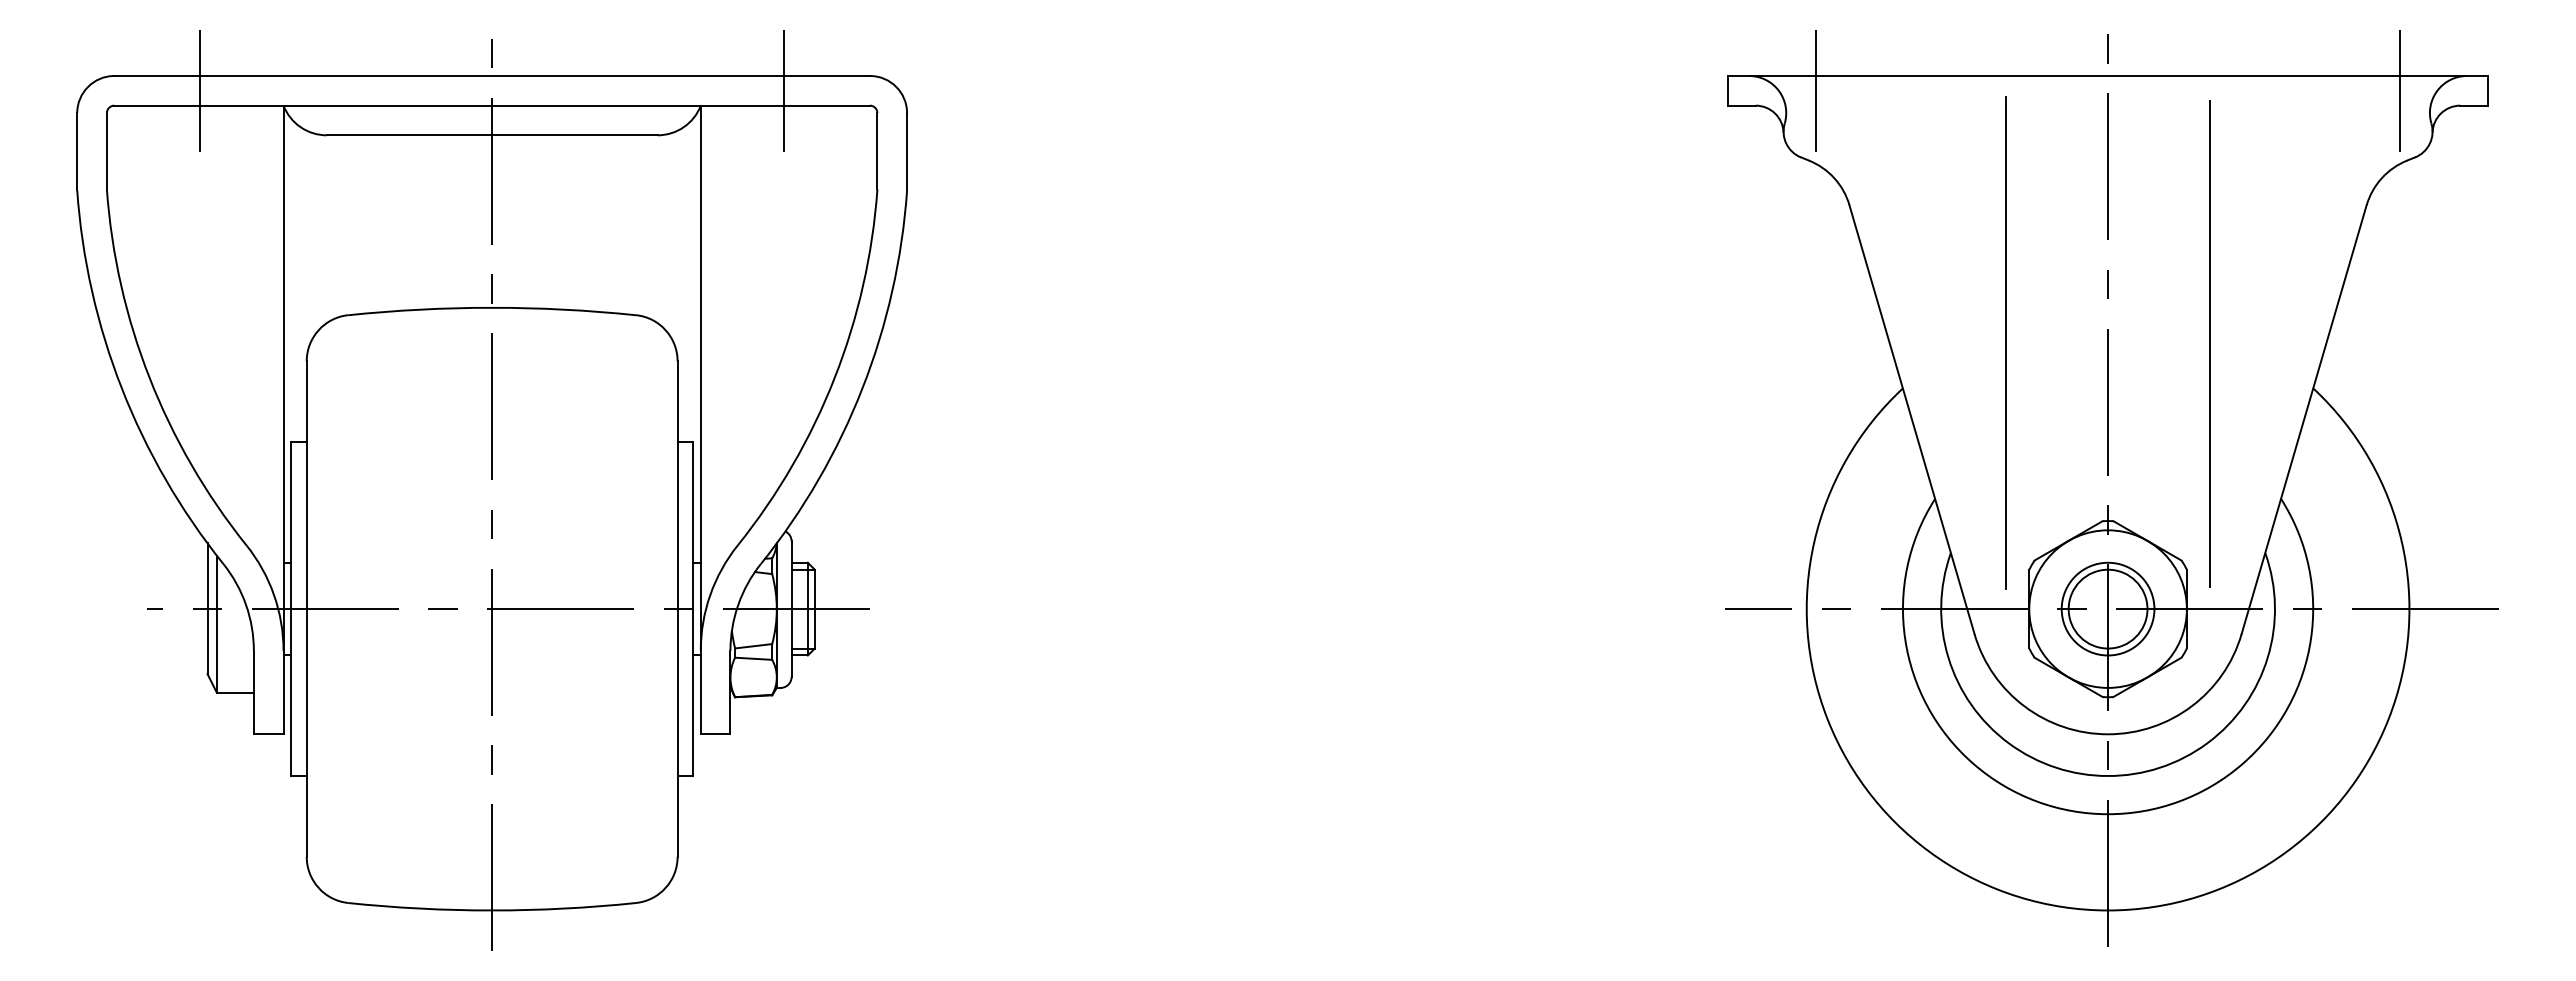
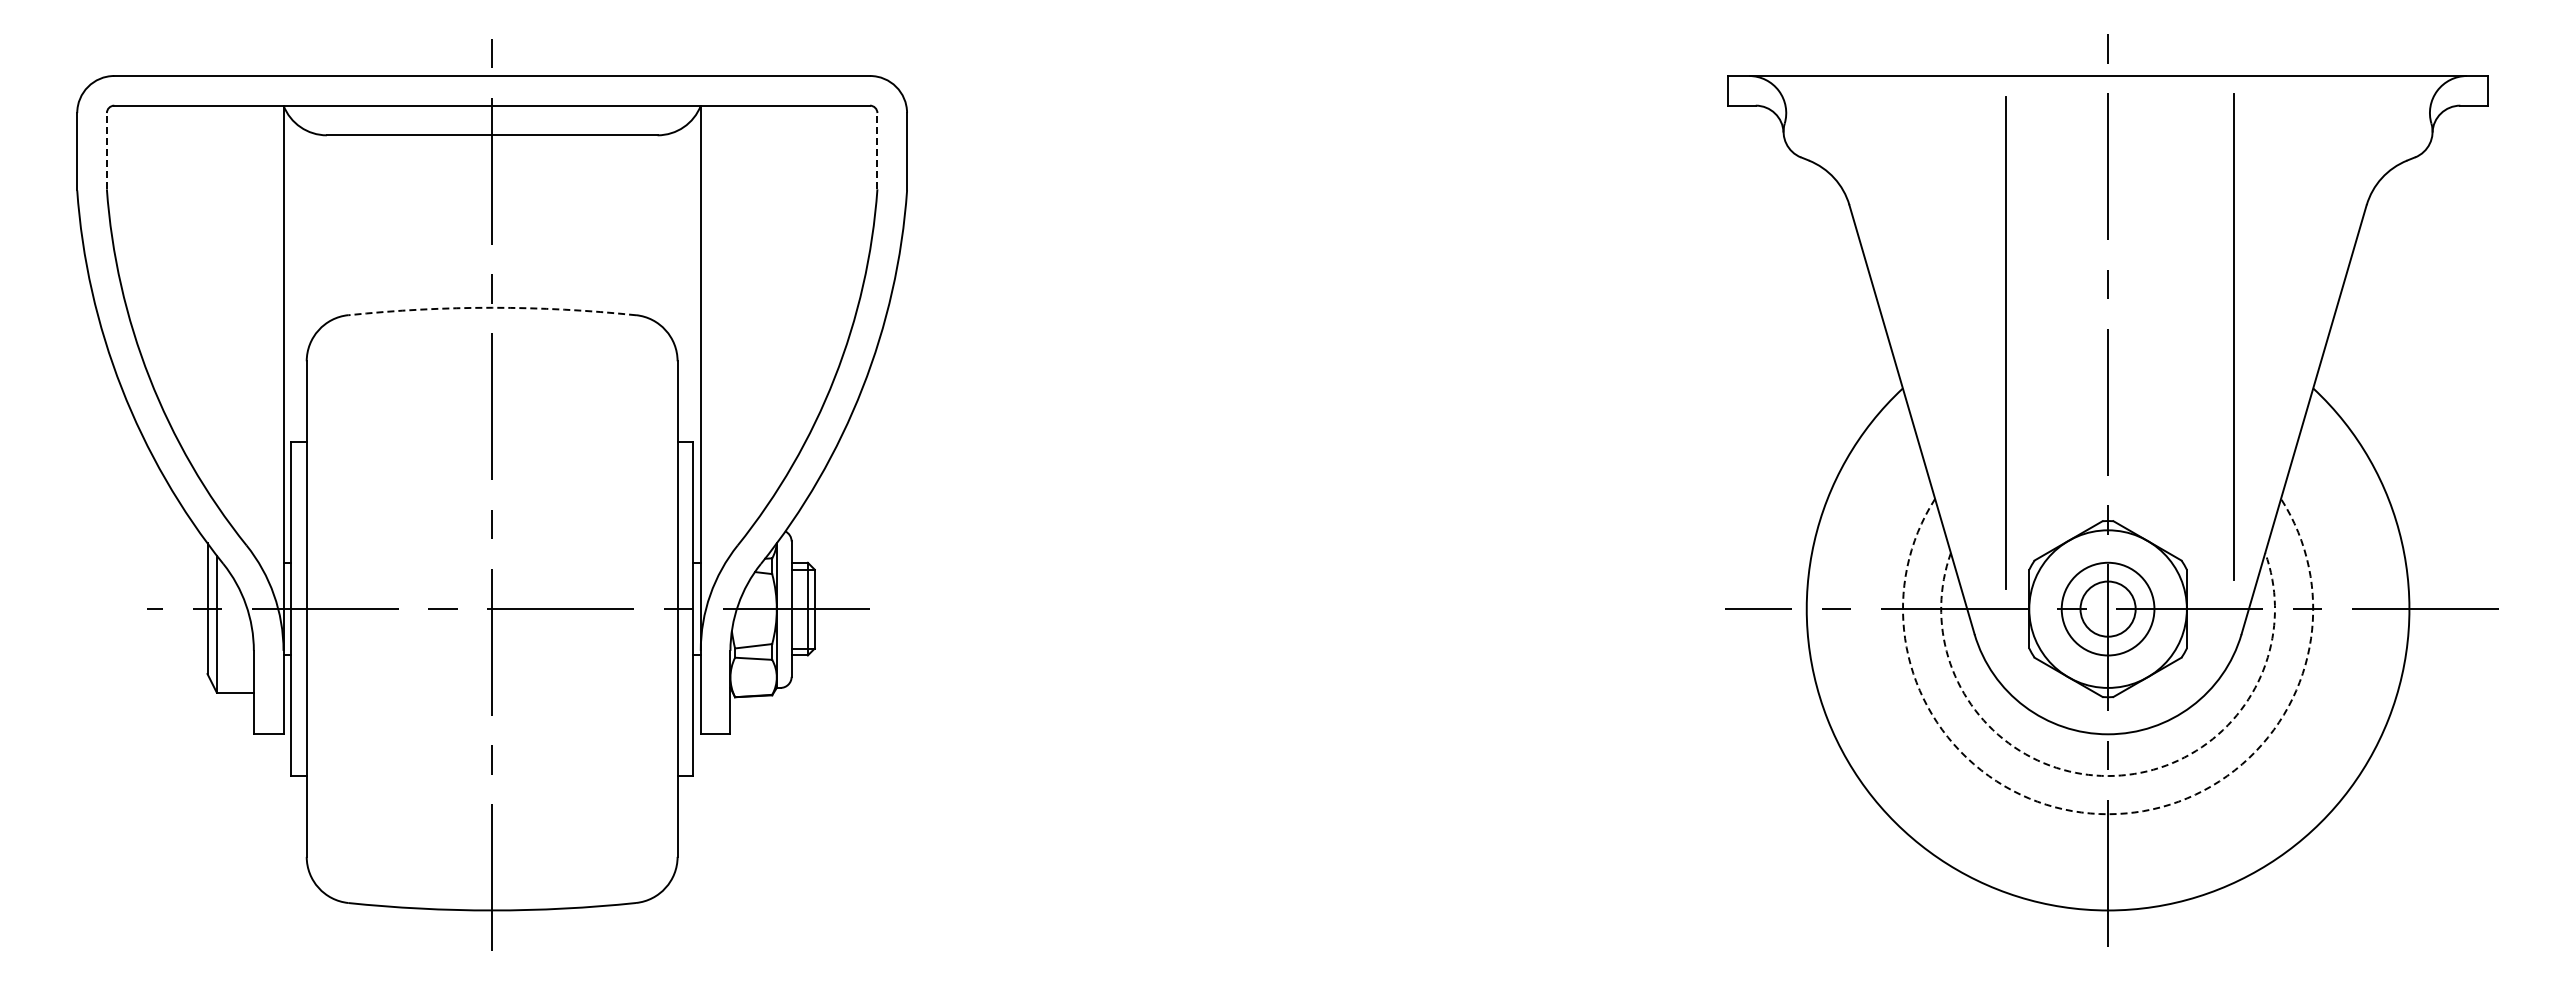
line at (200, 90): present -> none
line at (784, 90): present -> none
line at (1816, 90): present -> none
line at (2400, 90): present -> none
line at (106, 150): solid -> dashed
line at (877, 150): solid -> dashed
arc at (492, 307): solid -> dashed
line at (2209, 343) position: (2209, 343) -> (2233, 336)
circle at (2107, 608) diameter: 79 px -> 55 px
arc at (2108, 776): solid -> dashed
arc at (2108, 814): solid -> dashed
